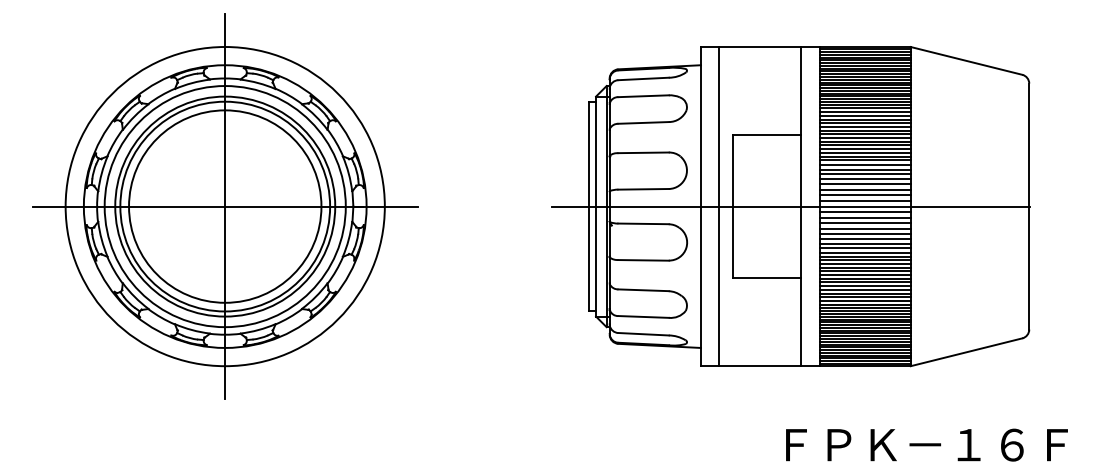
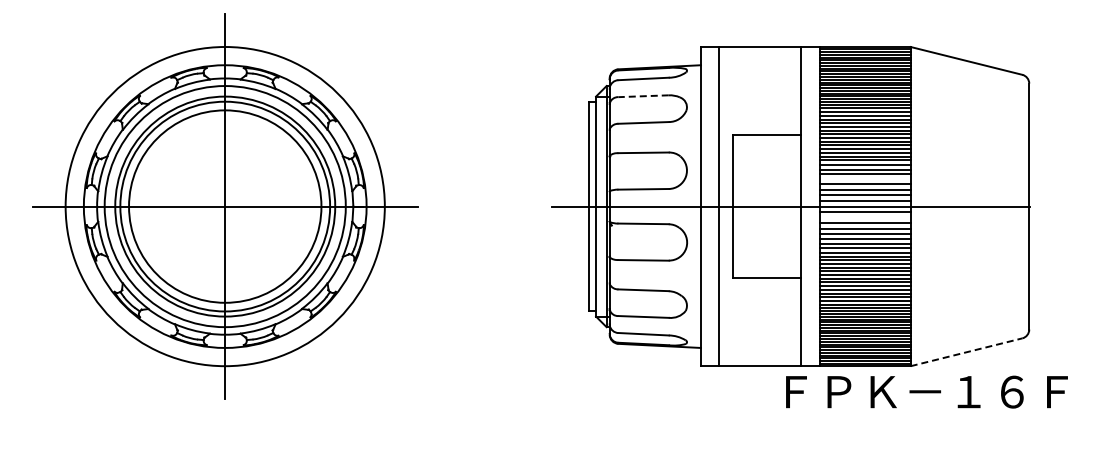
line at (643, 96): solid -> dashed
line at (864, 178): present -> none
line at (864, 217): present -> none
line at (966, 352): solid -> dashed
text at (926, 444) position: (926, 444) -> (926, 391)
